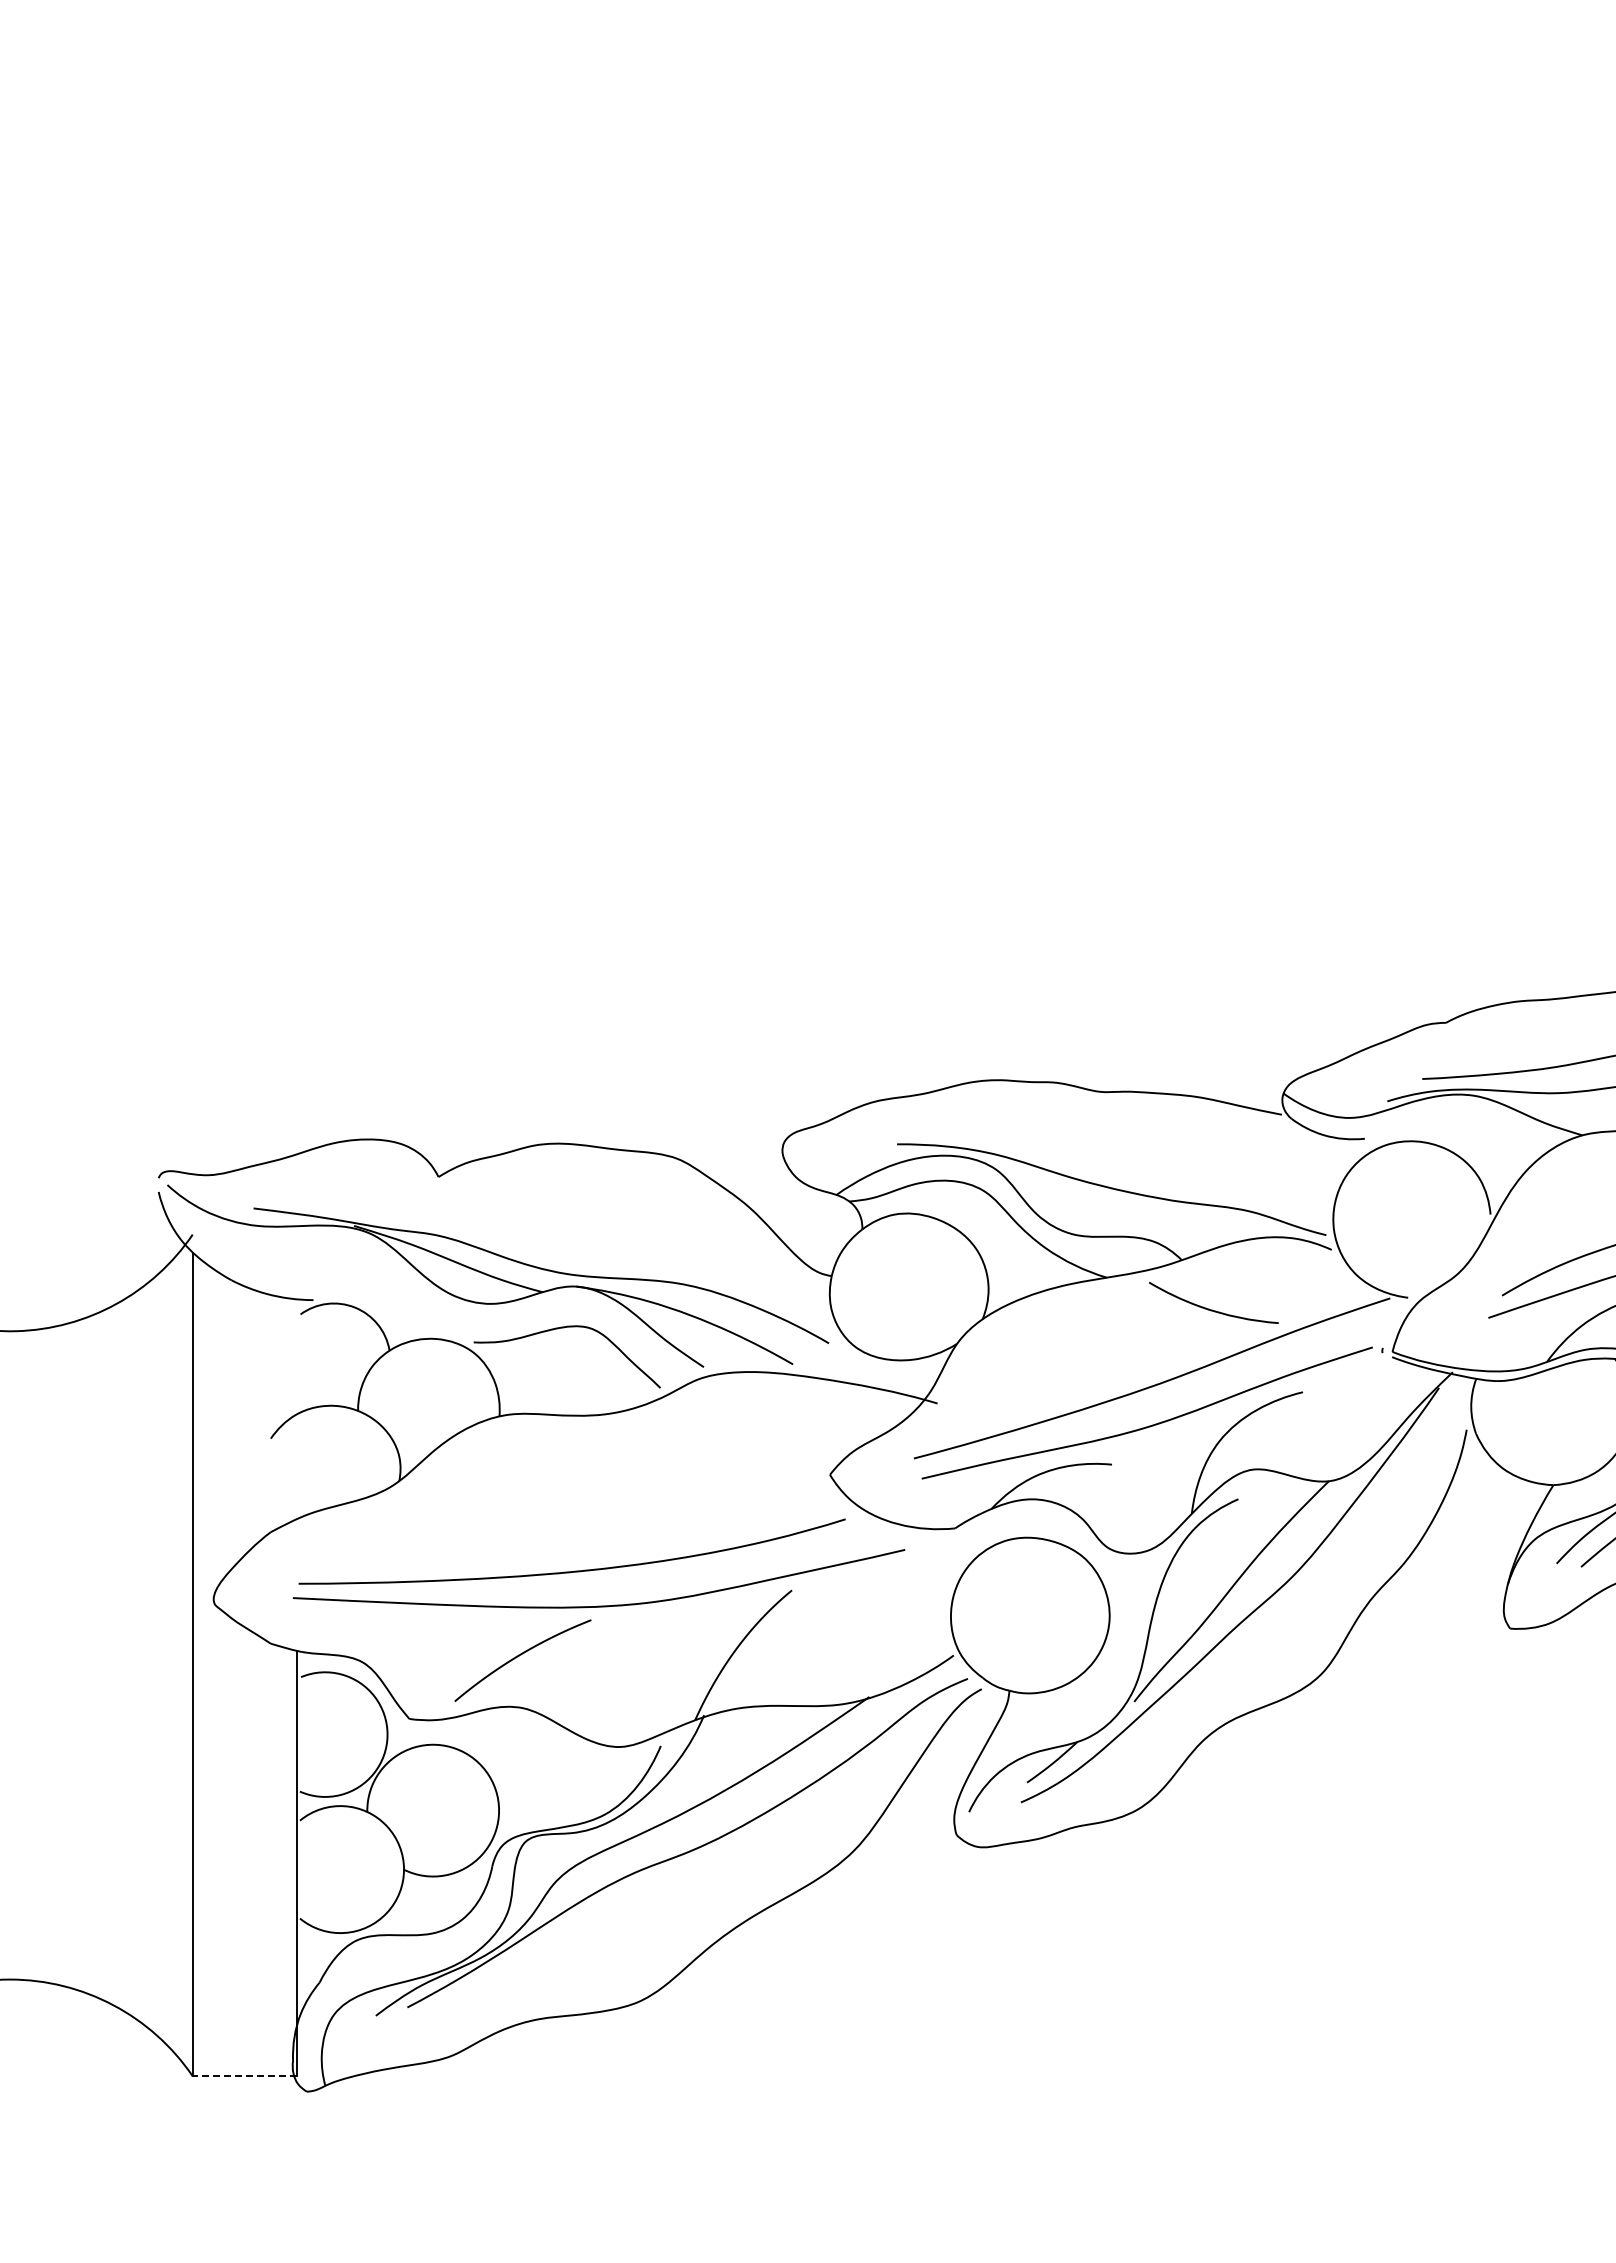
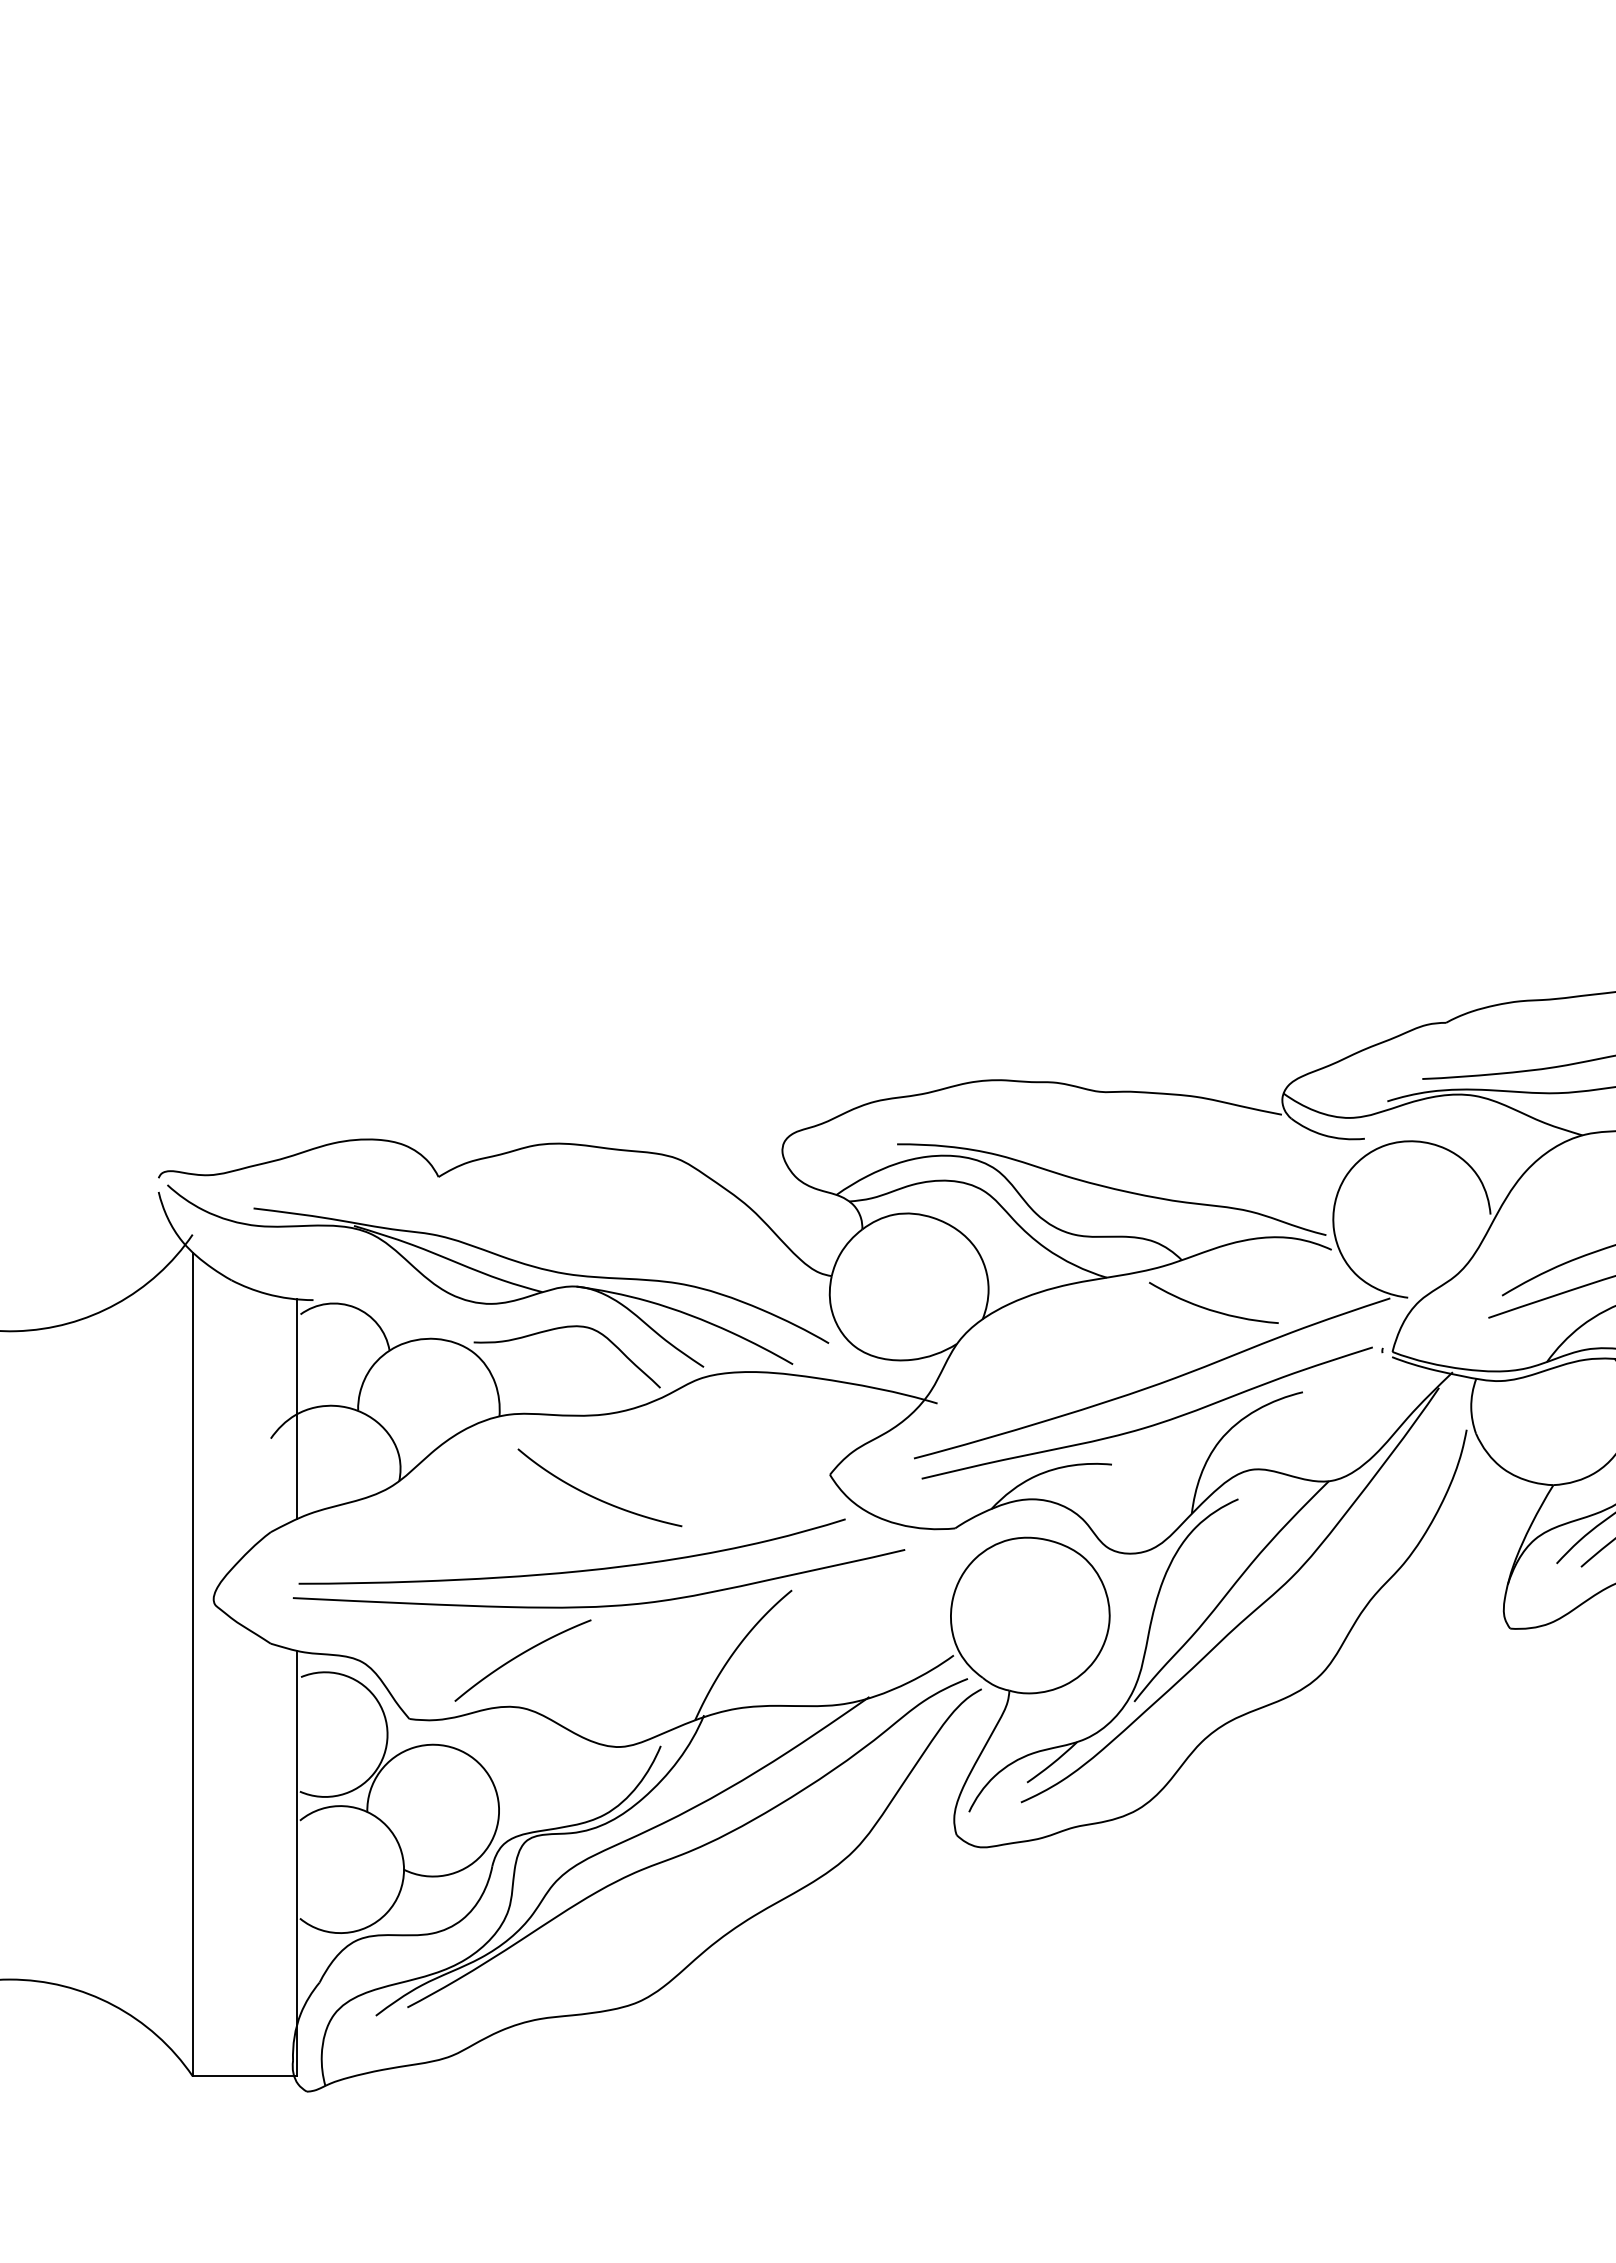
line at (296, 1409): none -> present
curve at (594, 1496): none -> present
line at (244, 2076): dashed -> solid
